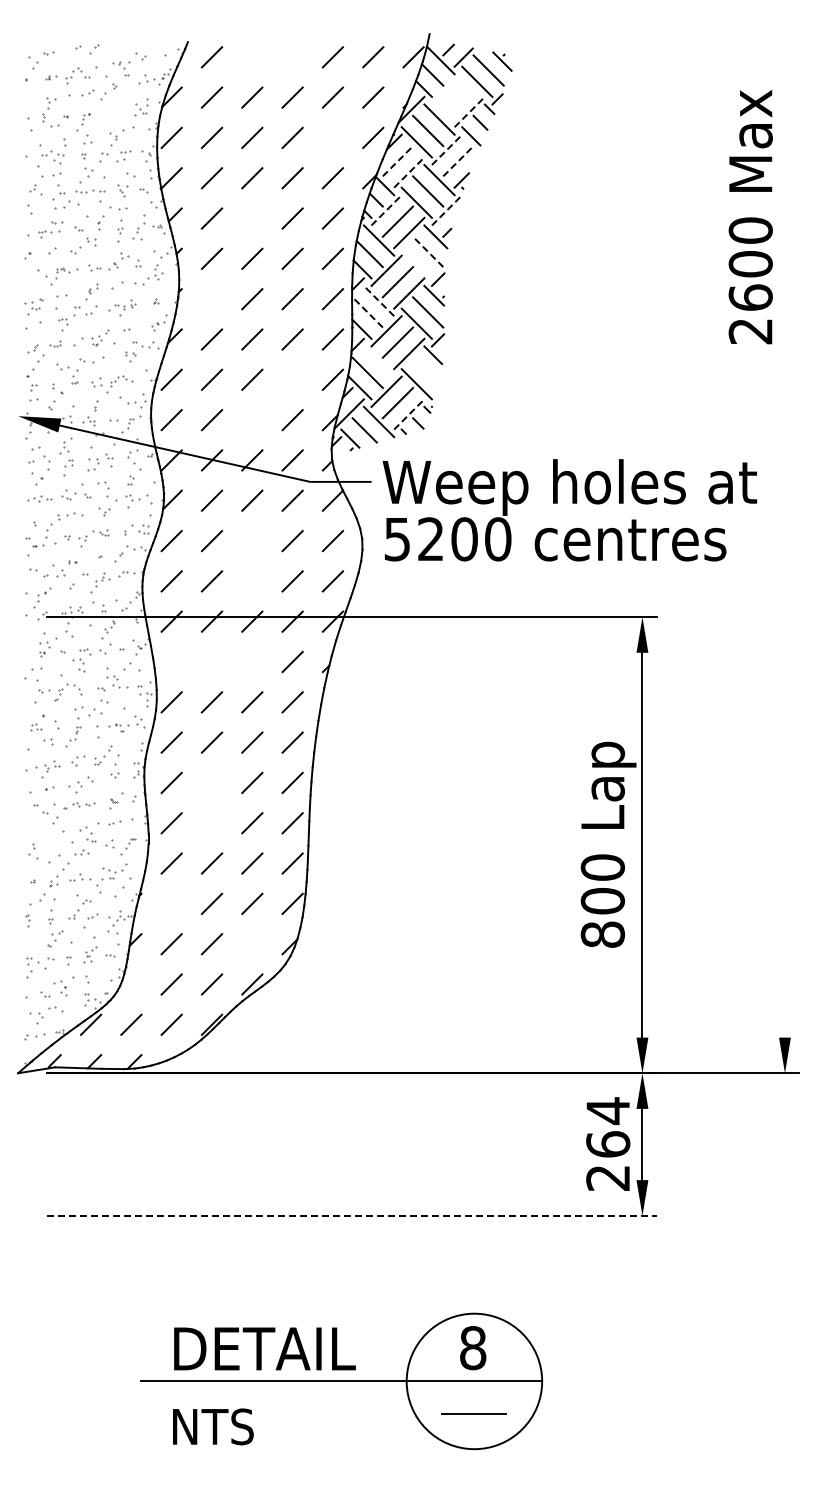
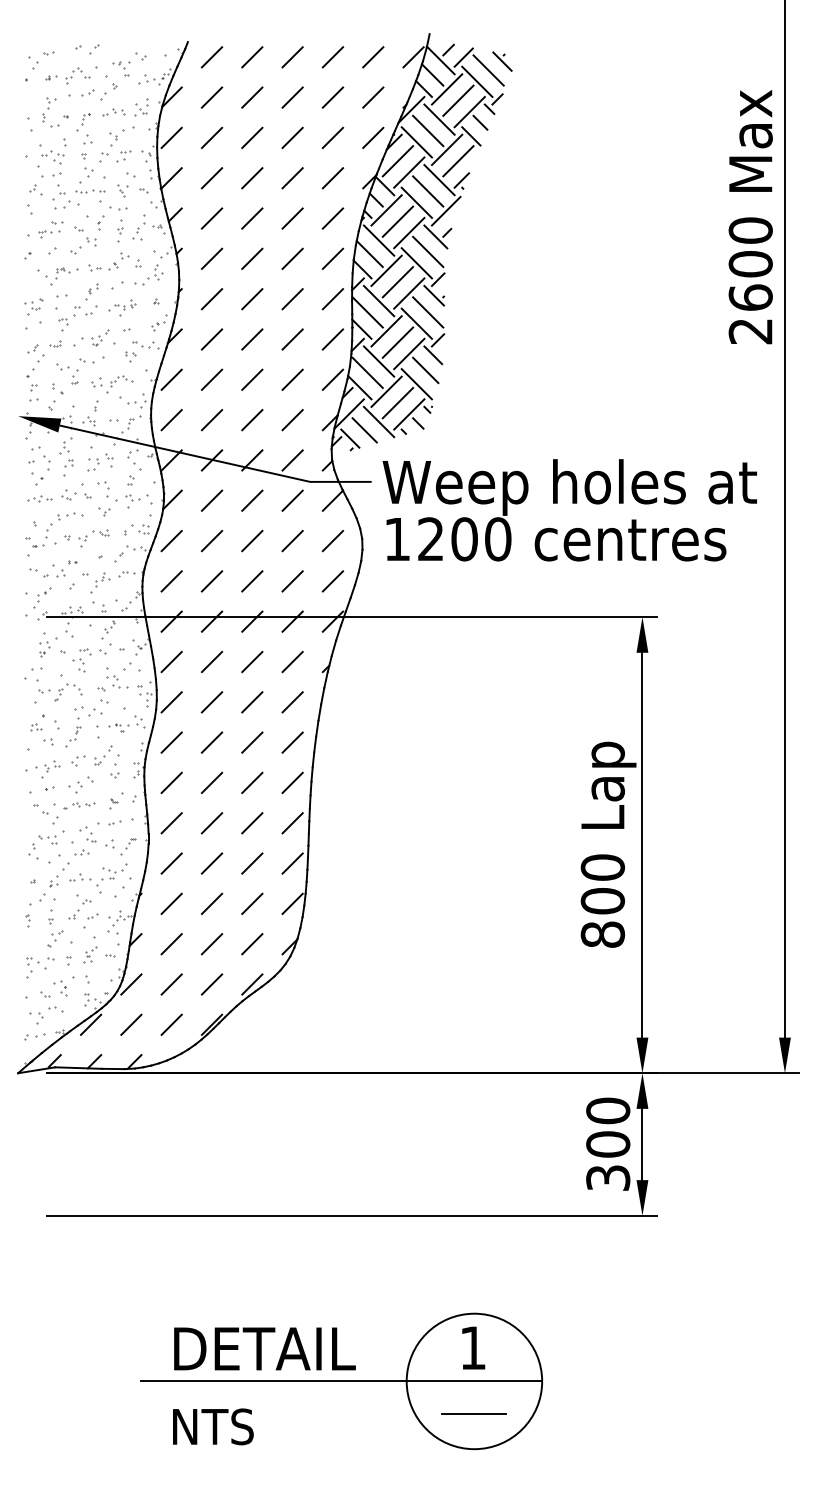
line at (252, 57): none -> present
line at (292, 57): none -> present
line at (446, 89): none -> present
line at (458, 100): none -> present
line at (470, 111): dashed -> solid
part at (113, 112): none -> present
line at (332, 137): none -> present
line at (447, 149): dashed -> solid
line at (398, 160): dashed -> solid
line at (458, 160): dashed -> solid
line at (409, 172): dashed -> solid
line at (386, 210): dashed -> solid
line at (446, 210): dashed -> solid
line at (252, 218): none -> present
line at (427, 251): dashed -> solid
line at (416, 263): none -> present
line at (211, 299): none -> present
line at (378, 300): dashed -> solid
line at (367, 312): dashed -> solid
line at (378, 361): none -> present
line at (425, 370): none -> present
line at (292, 379): none -> present
line at (409, 414): dashed -> solid
line at (252, 420): none -> present
line at (784, 519): none -> present
text at (396, 539): 5200 -> 1200
line at (252, 540): none -> present
line at (252, 581): none -> present
line at (171, 661): none -> present
line at (212, 661): none -> present
line at (252, 661): none -> present
line at (211, 782): none -> present
line at (211, 823): none -> present
part at (47, 839): none -> present
line at (171, 903): none -> present
line at (252, 944): none -> present
line at (131, 984): none -> present
text at (608, 1143): 264 -> 300
line at (352, 1215): dashed -> solid
text at (473, 1348): 8 -> 1
